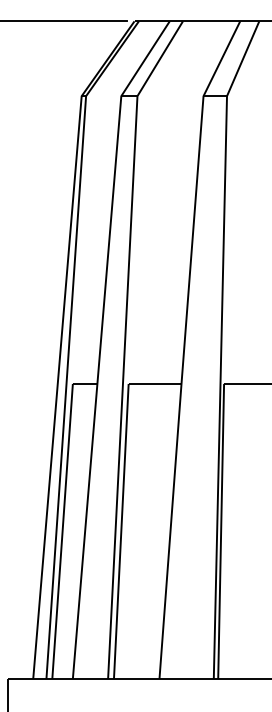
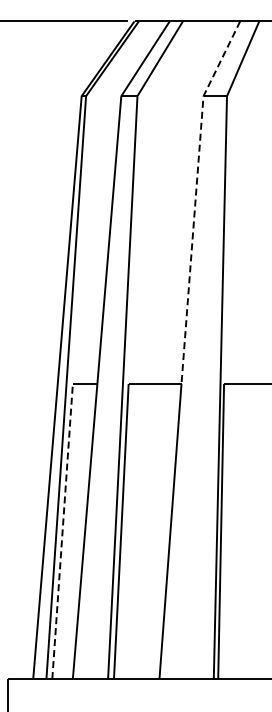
line at (195, 197): solid -> dashed
line at (62, 531): solid -> dashed
